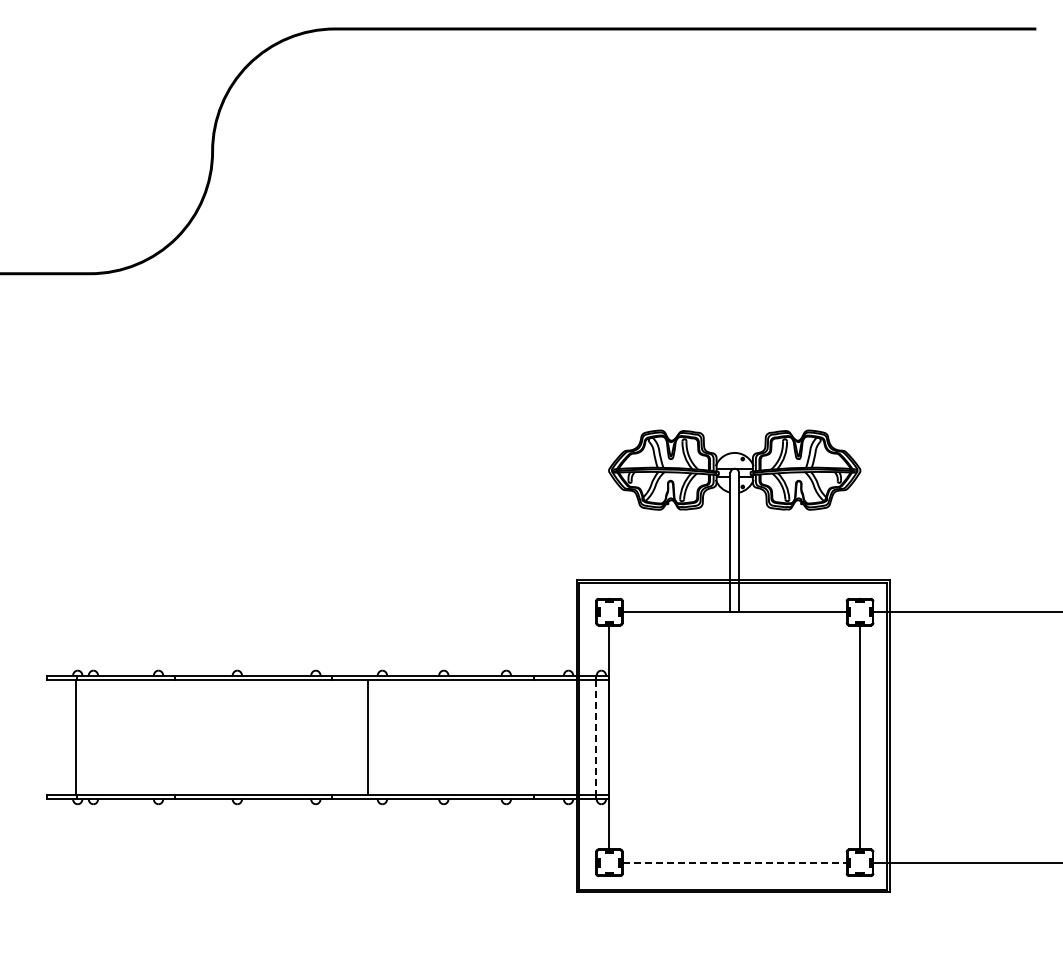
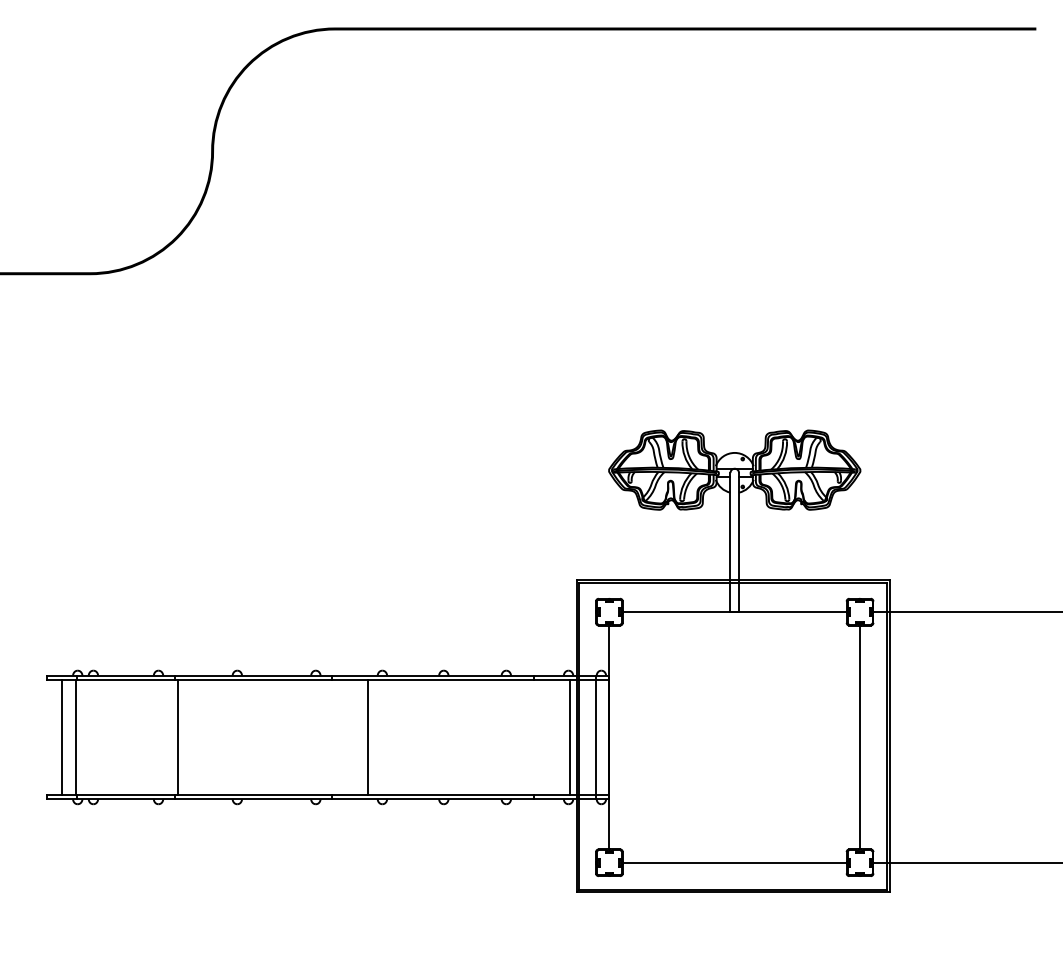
line at (62, 737): none -> present
line at (177, 737): none -> present
line at (570, 737): none -> present
line at (596, 737): dashed -> solid
line at (734, 862): dashed -> solid
